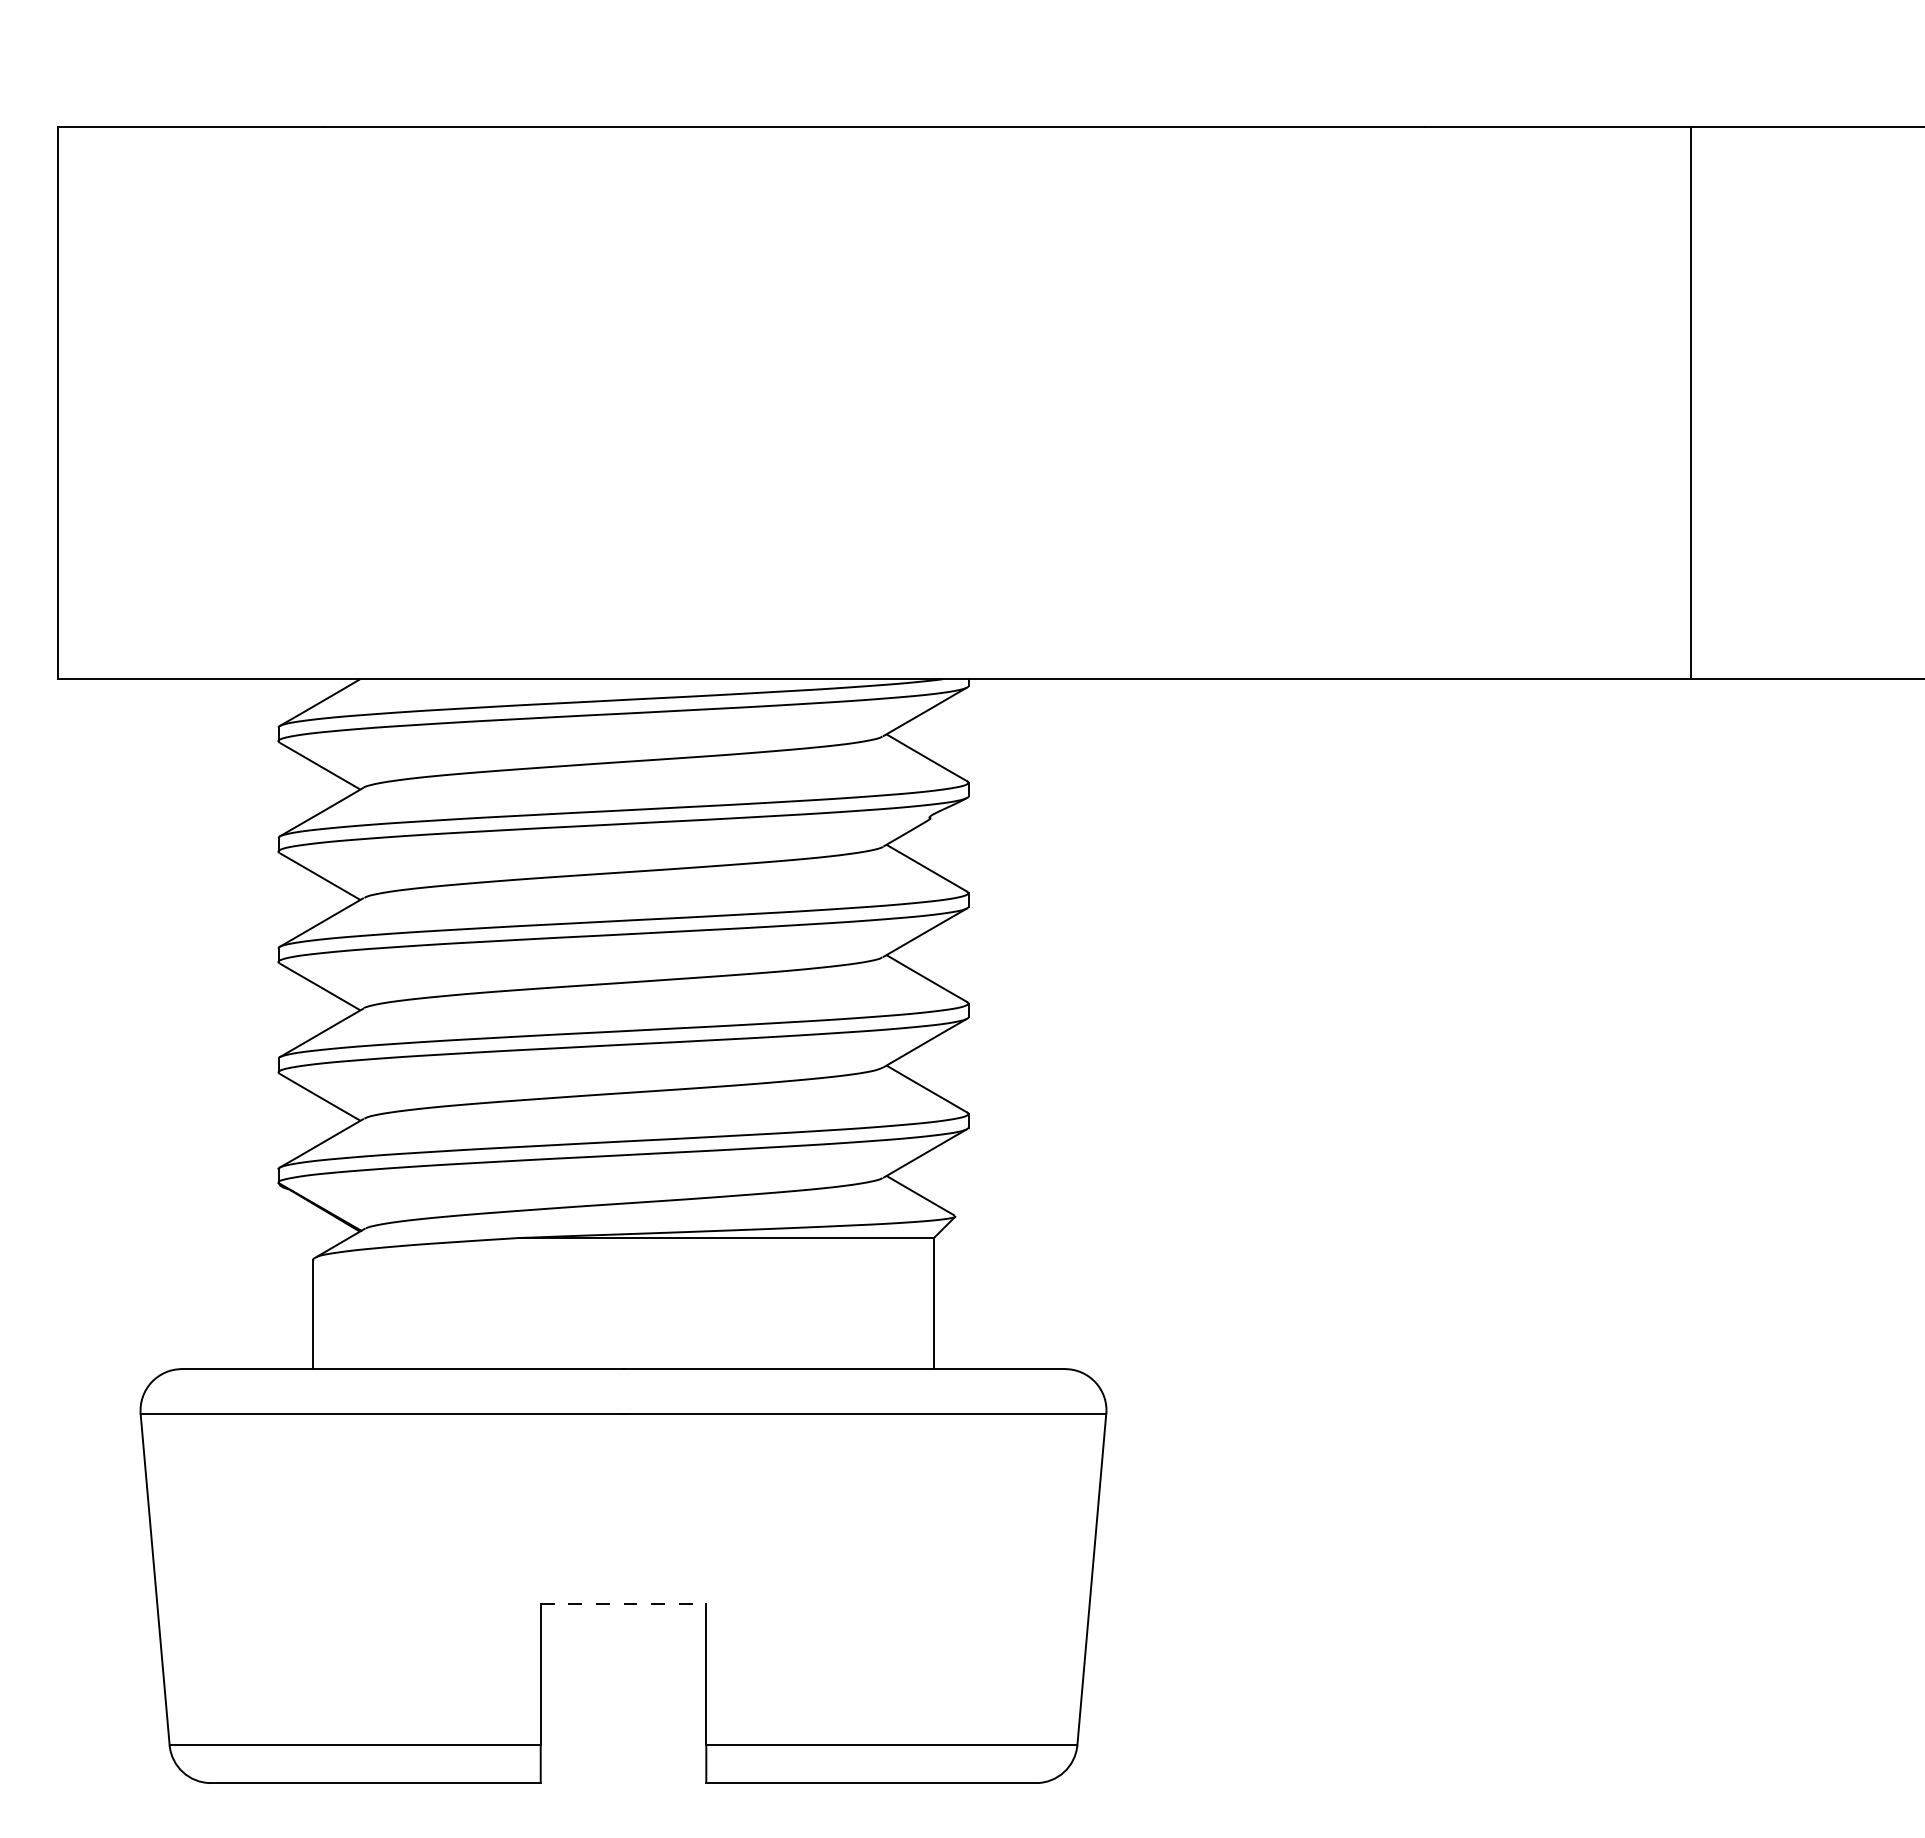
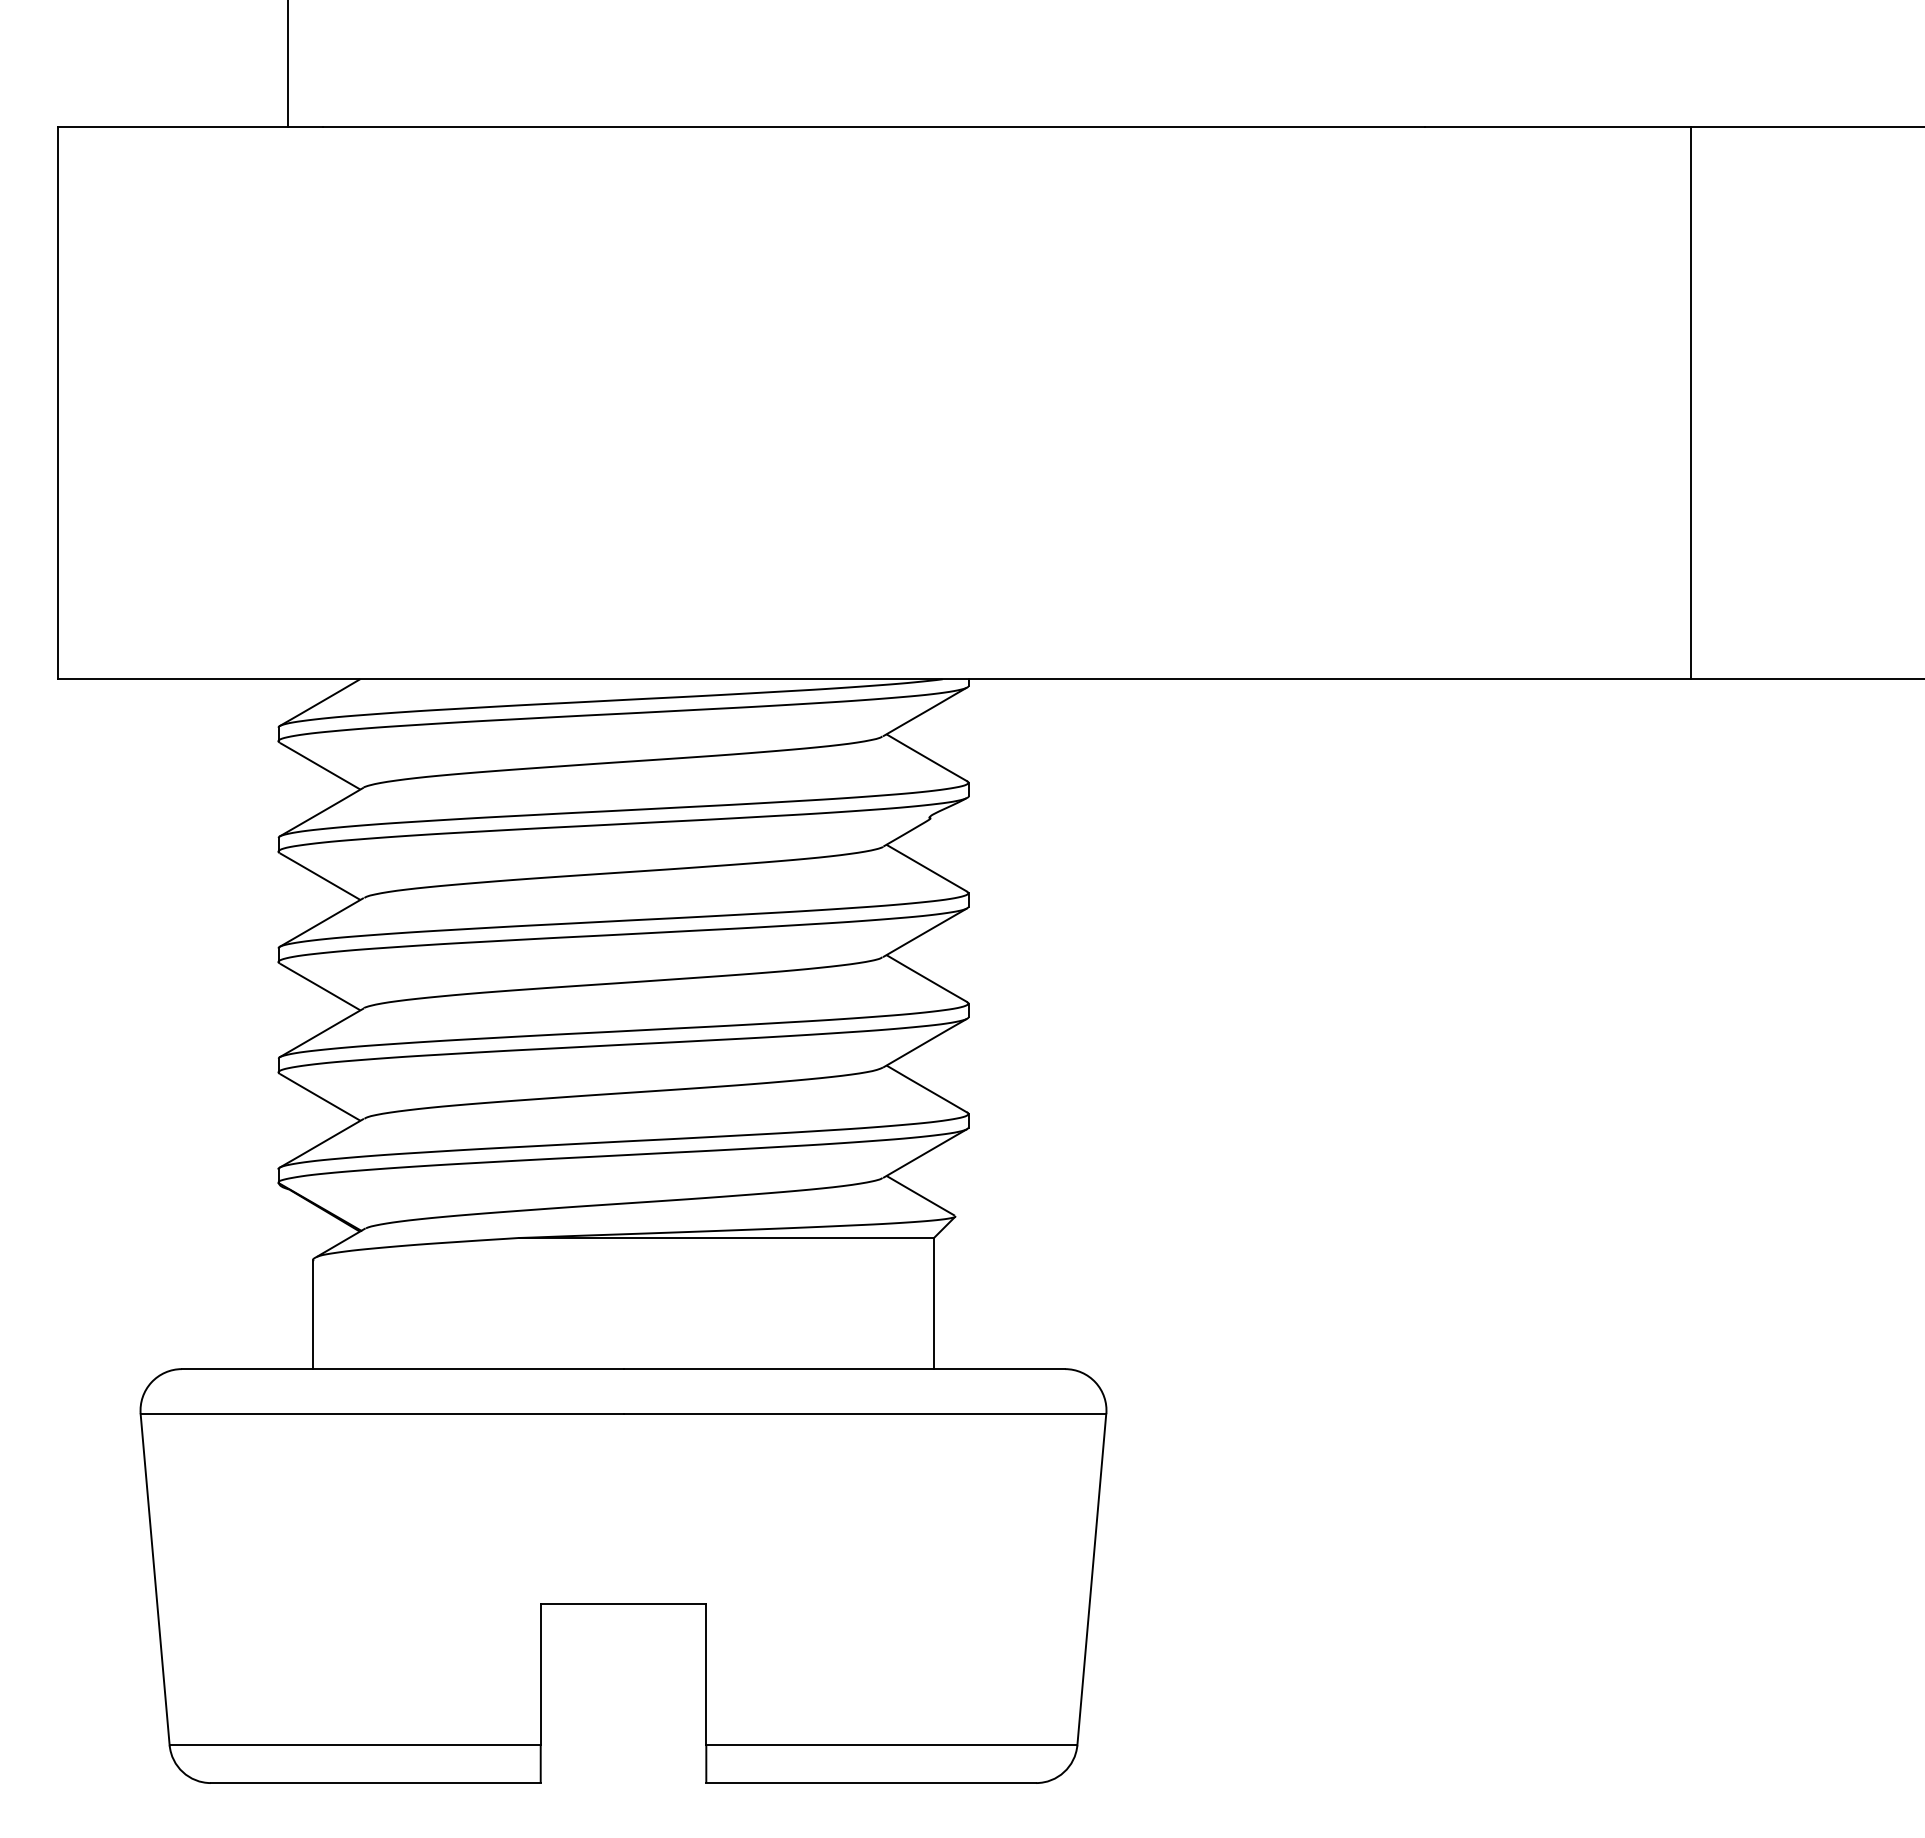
line at (288, 64): none -> present
line at (623, 1603): dashed -> solid
